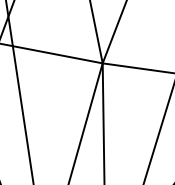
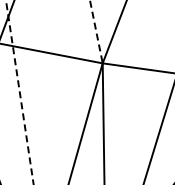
line at (96, 32): solid -> dashed
line at (19, 92): solid -> dashed
